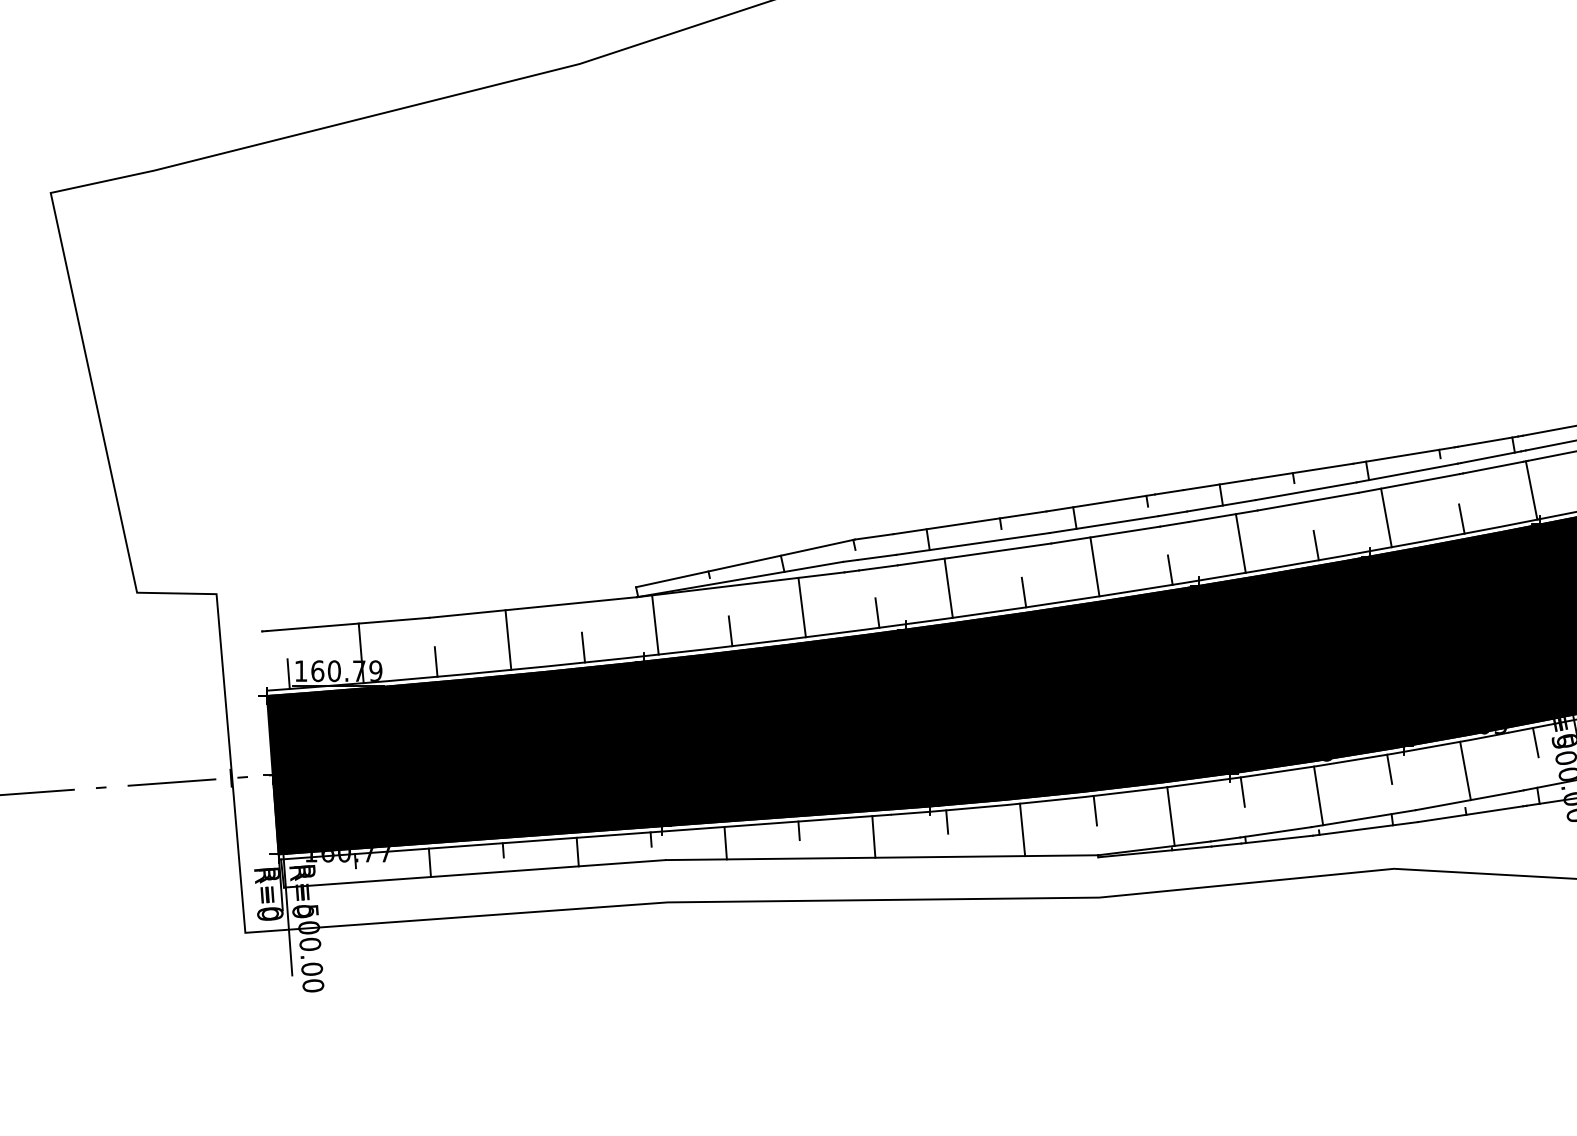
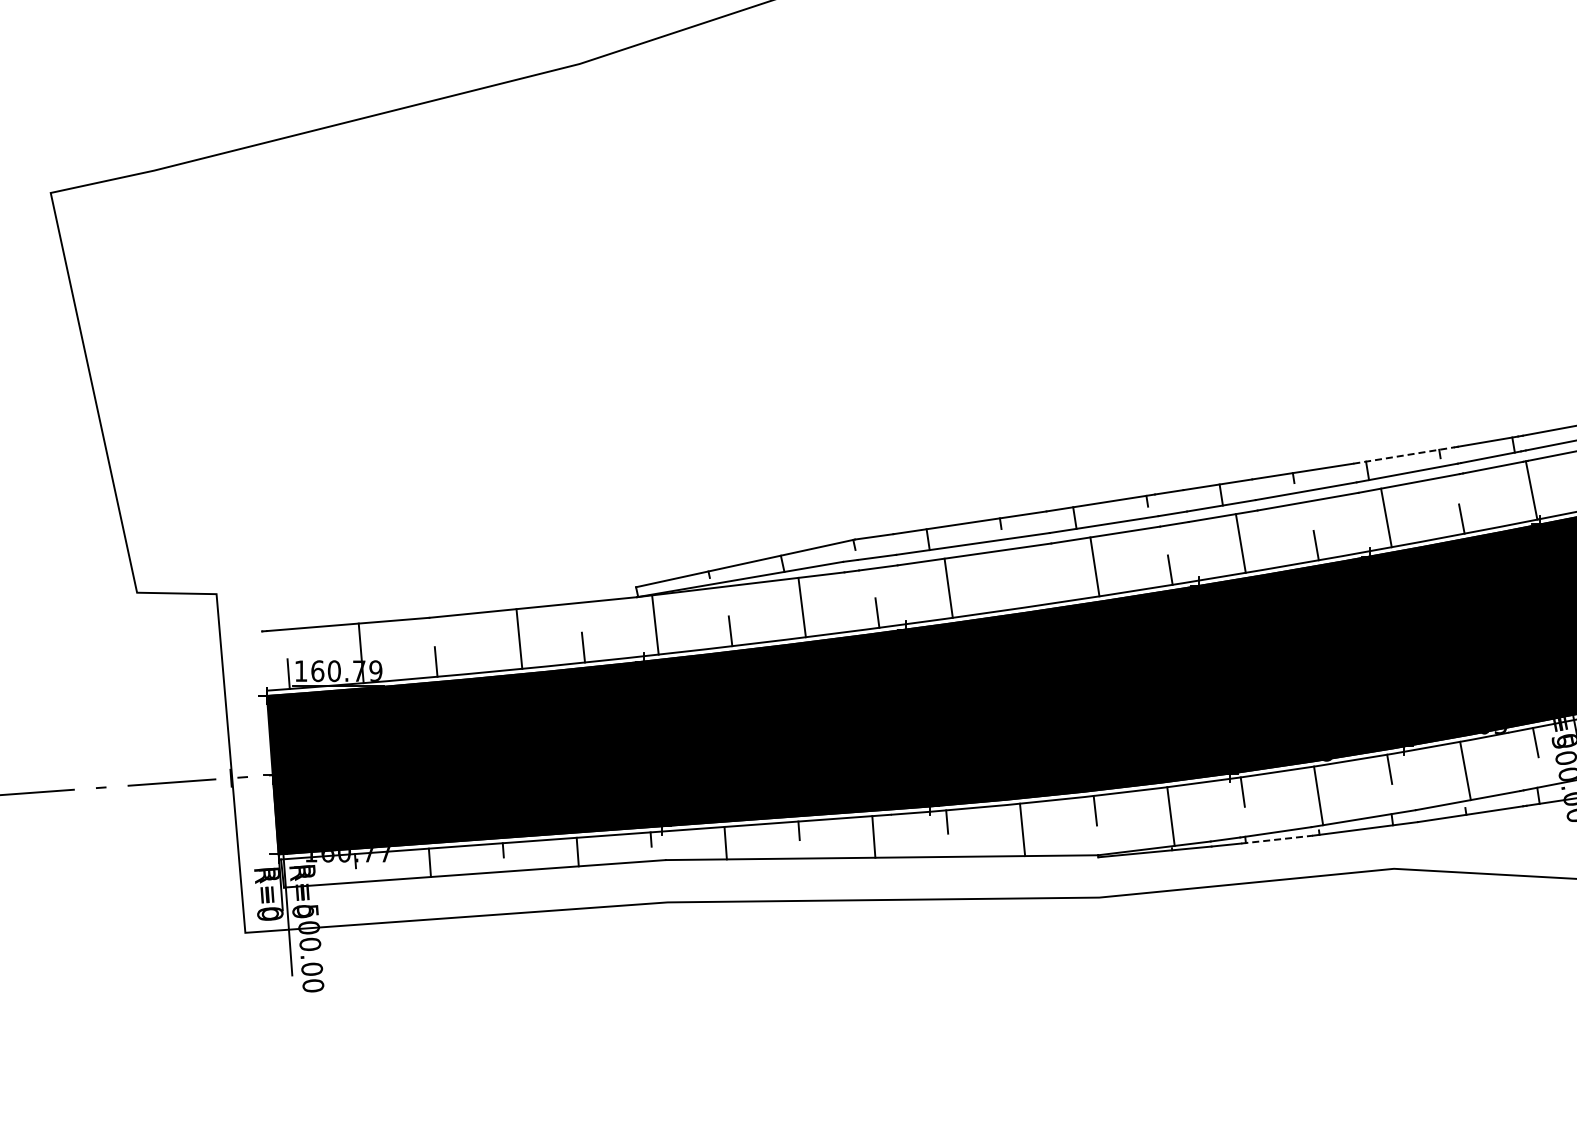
line at (1404, 455): solid -> dashed
line at (1023, 592): present -> none
line at (508, 639) position: (508, 639) -> (519, 638)
line at (1277, 839): solid -> dashed
